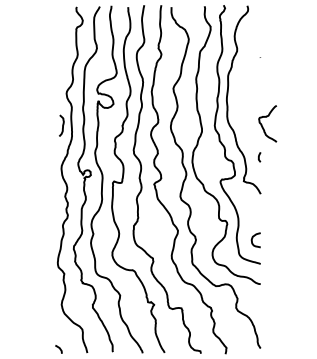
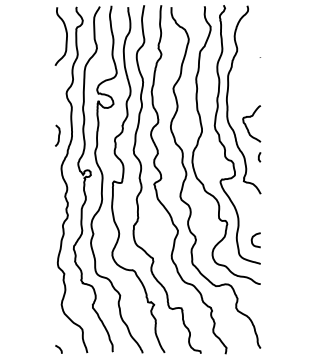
curve at (66, 36): none -> present
curve at (62, 125) position: (62, 125) -> (58, 135)
curve at (263, 126) position: (263, 126) -> (247, 126)
